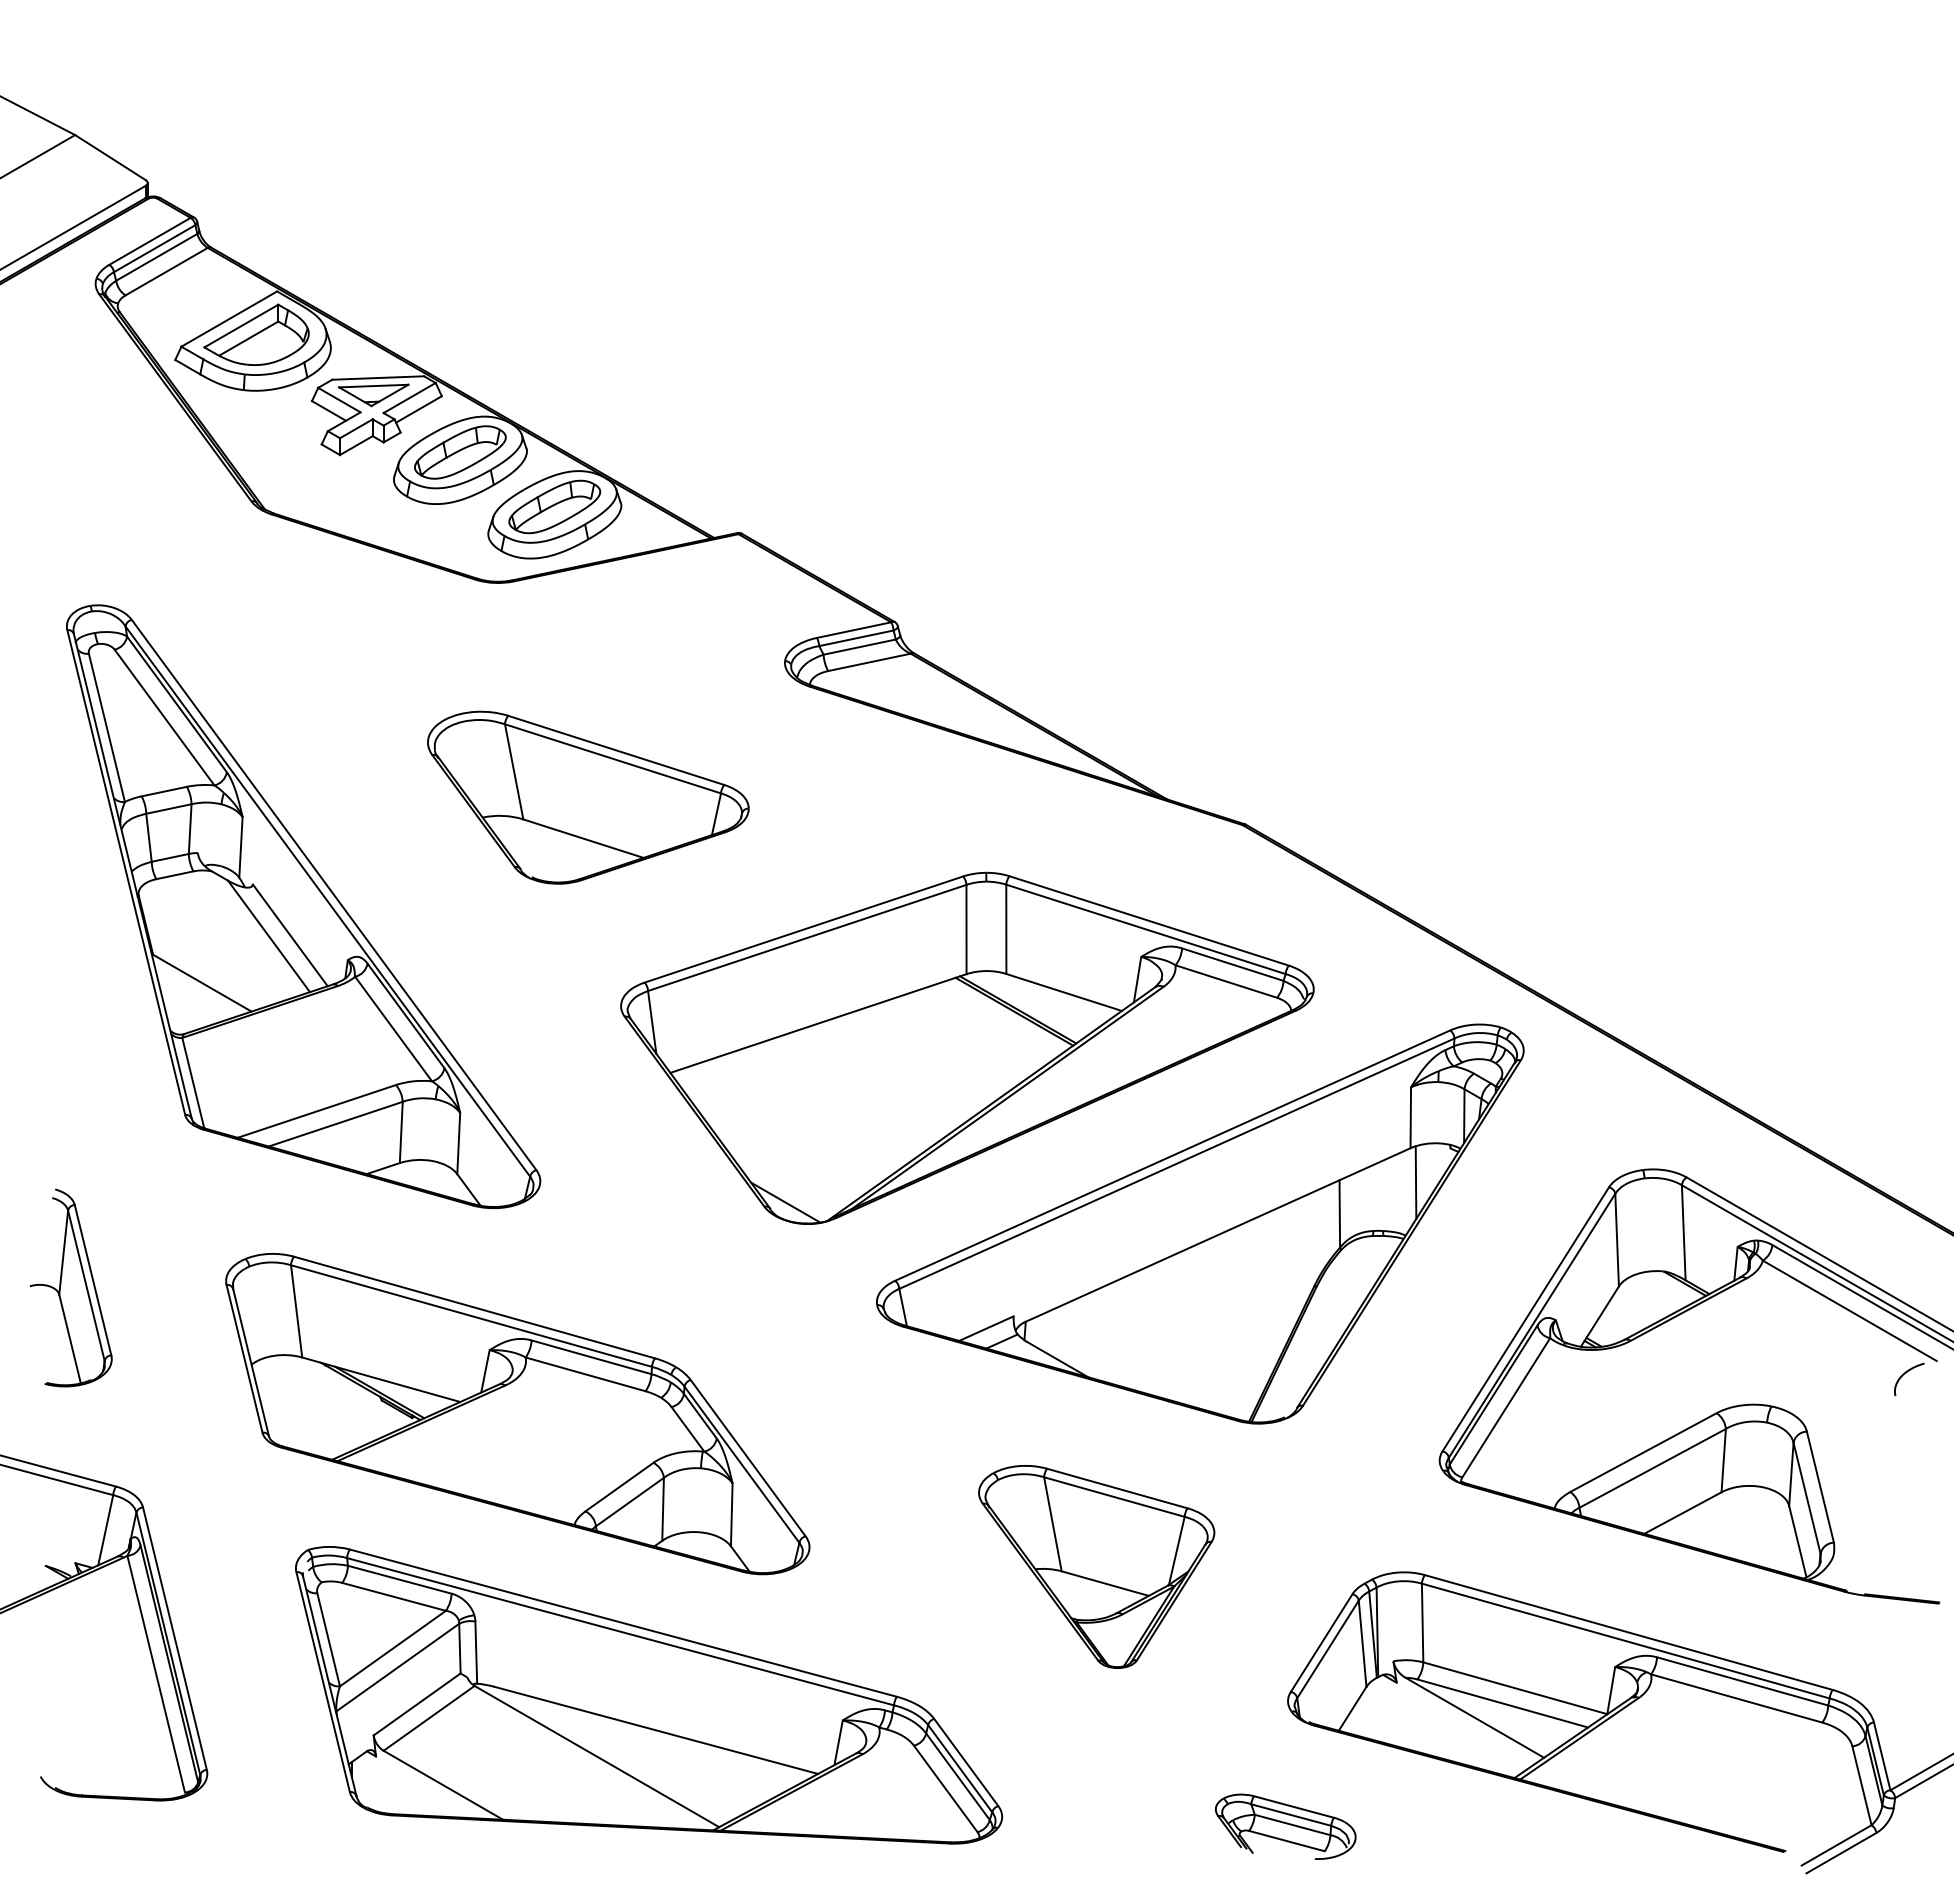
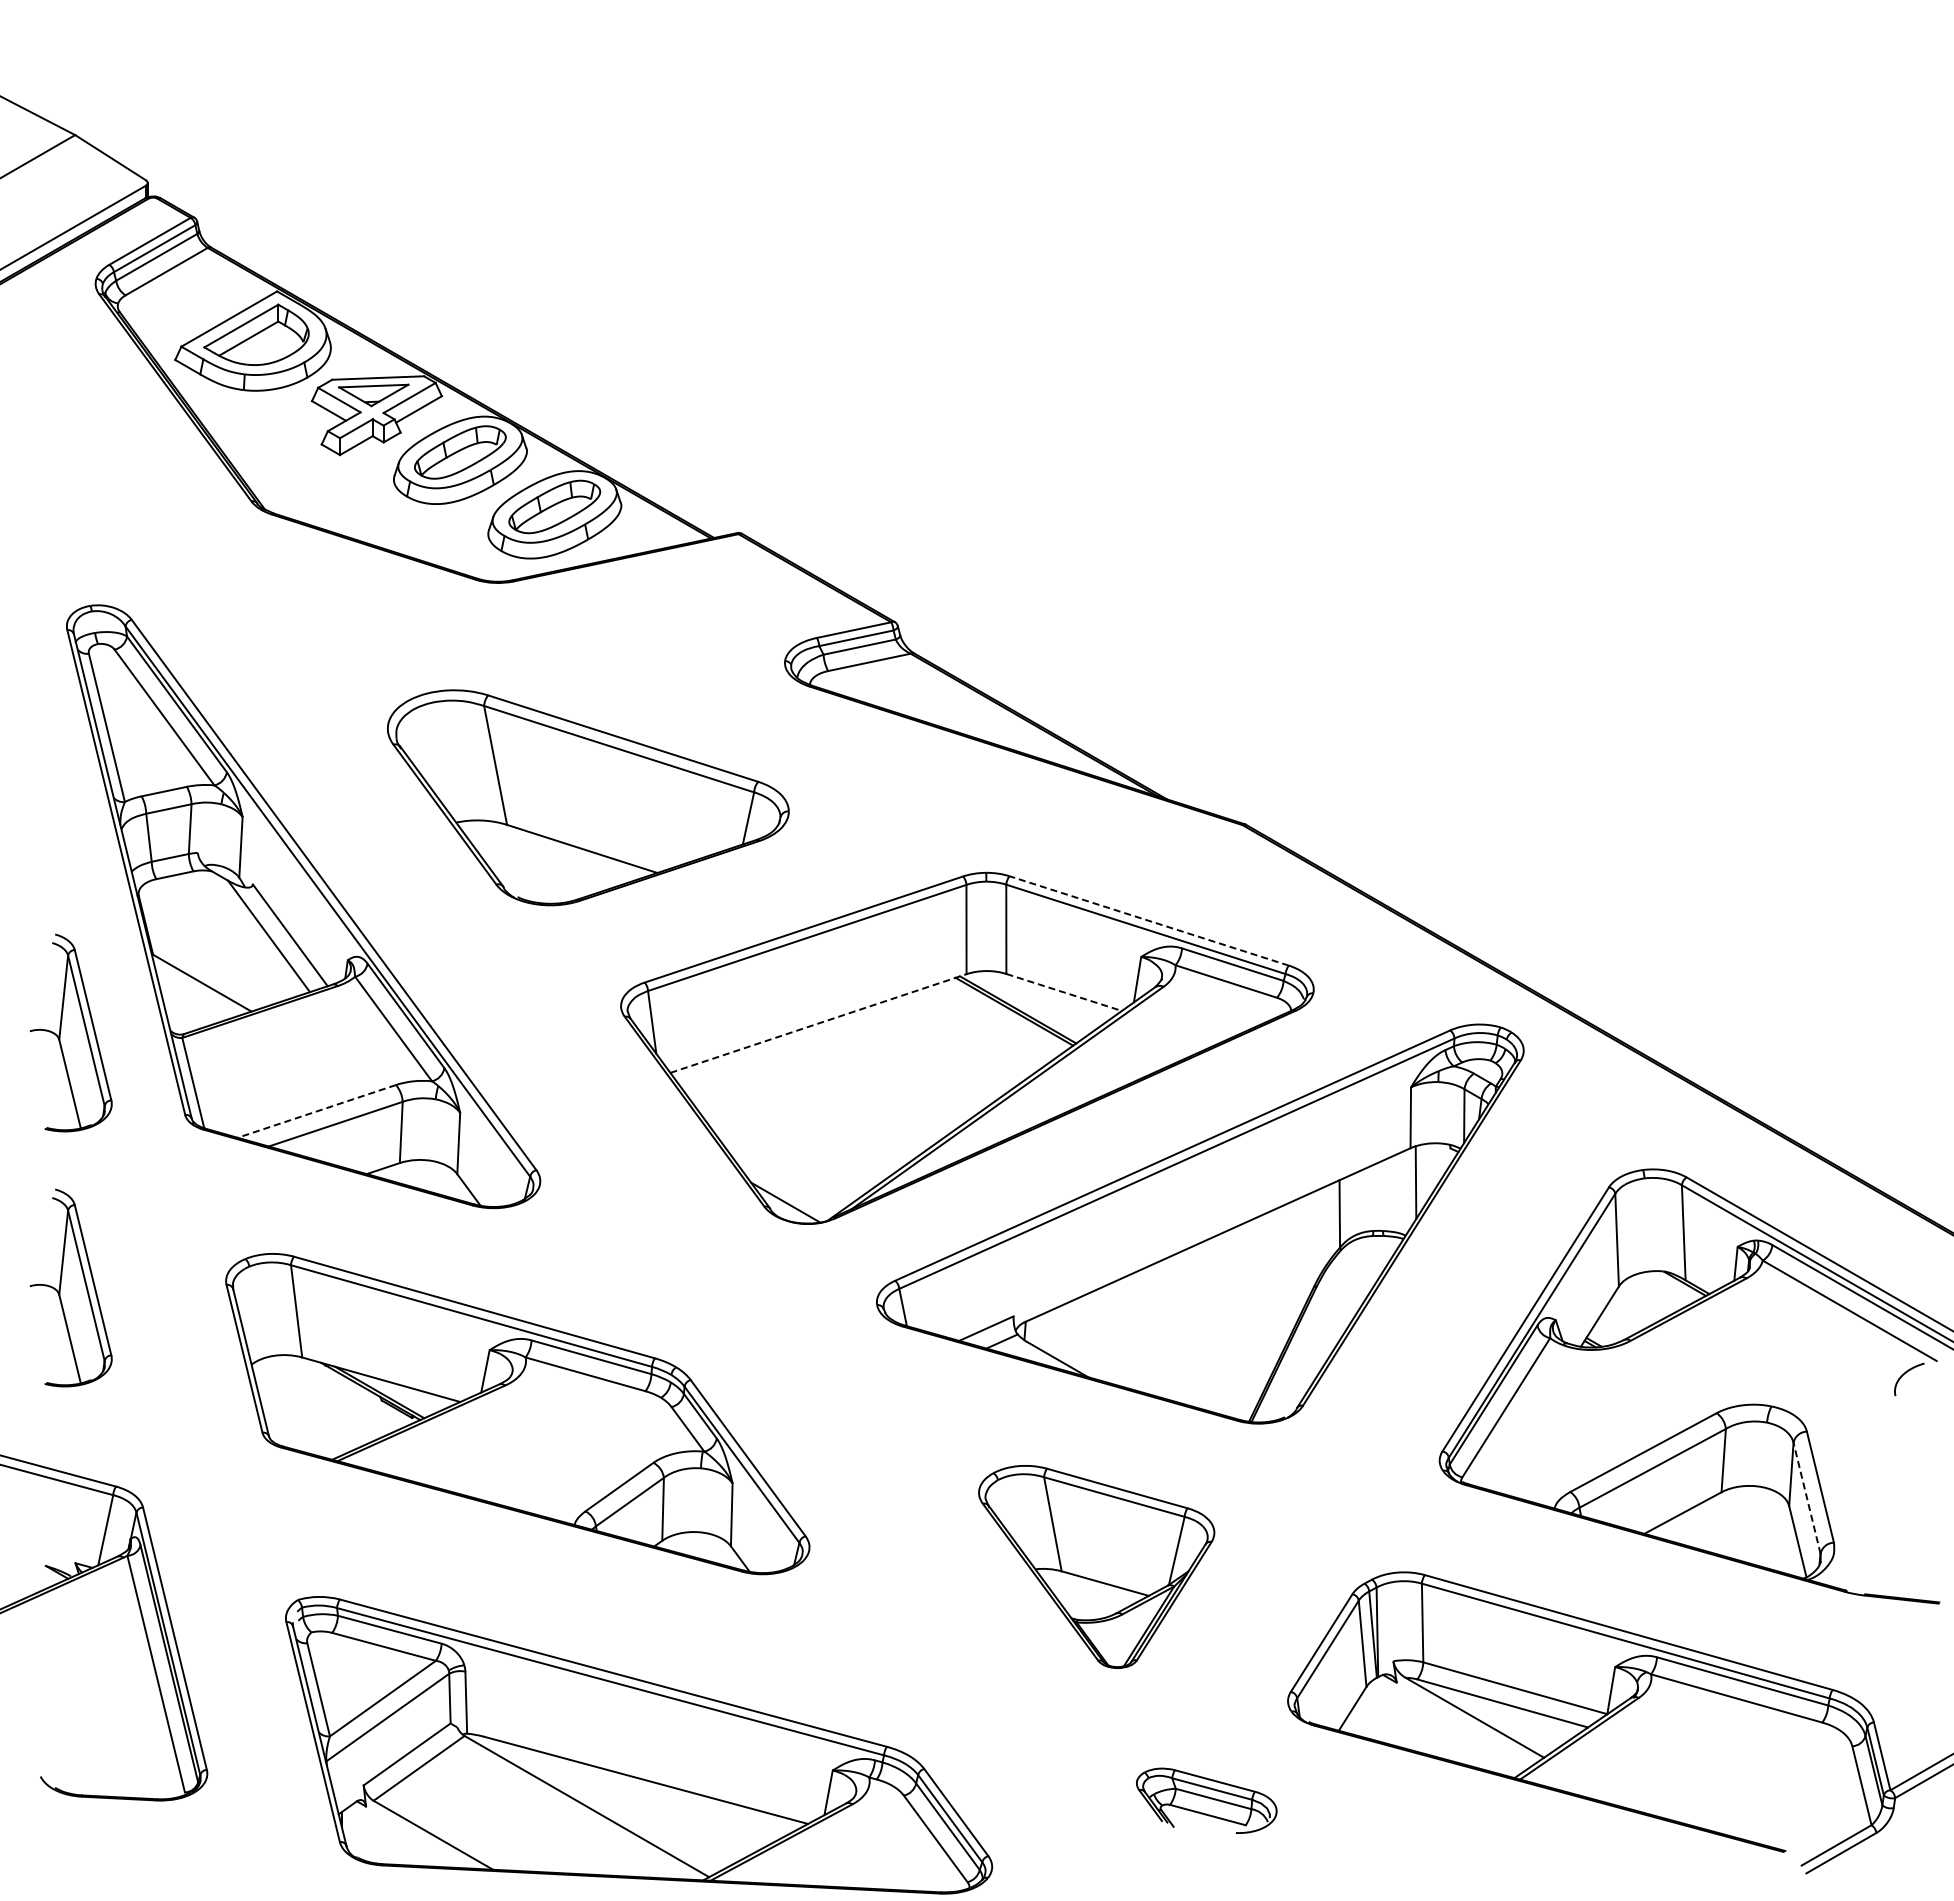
part at (588, 797) size: 323x175 px -> 403x218 px
line at (1149, 920): solid -> dashed
line at (1064, 992): solid -> dashed
line at (818, 1023): solid -> dashed
part at (70, 1032): none -> present
line at (316, 1111): solid -> dashed
line at (1806, 1497): solid -> dashed
part at (649, 1695) position: (649, 1695) -> (639, 1745)
part at (1285, 1826) position: (1285, 1826) -> (1206, 1800)
